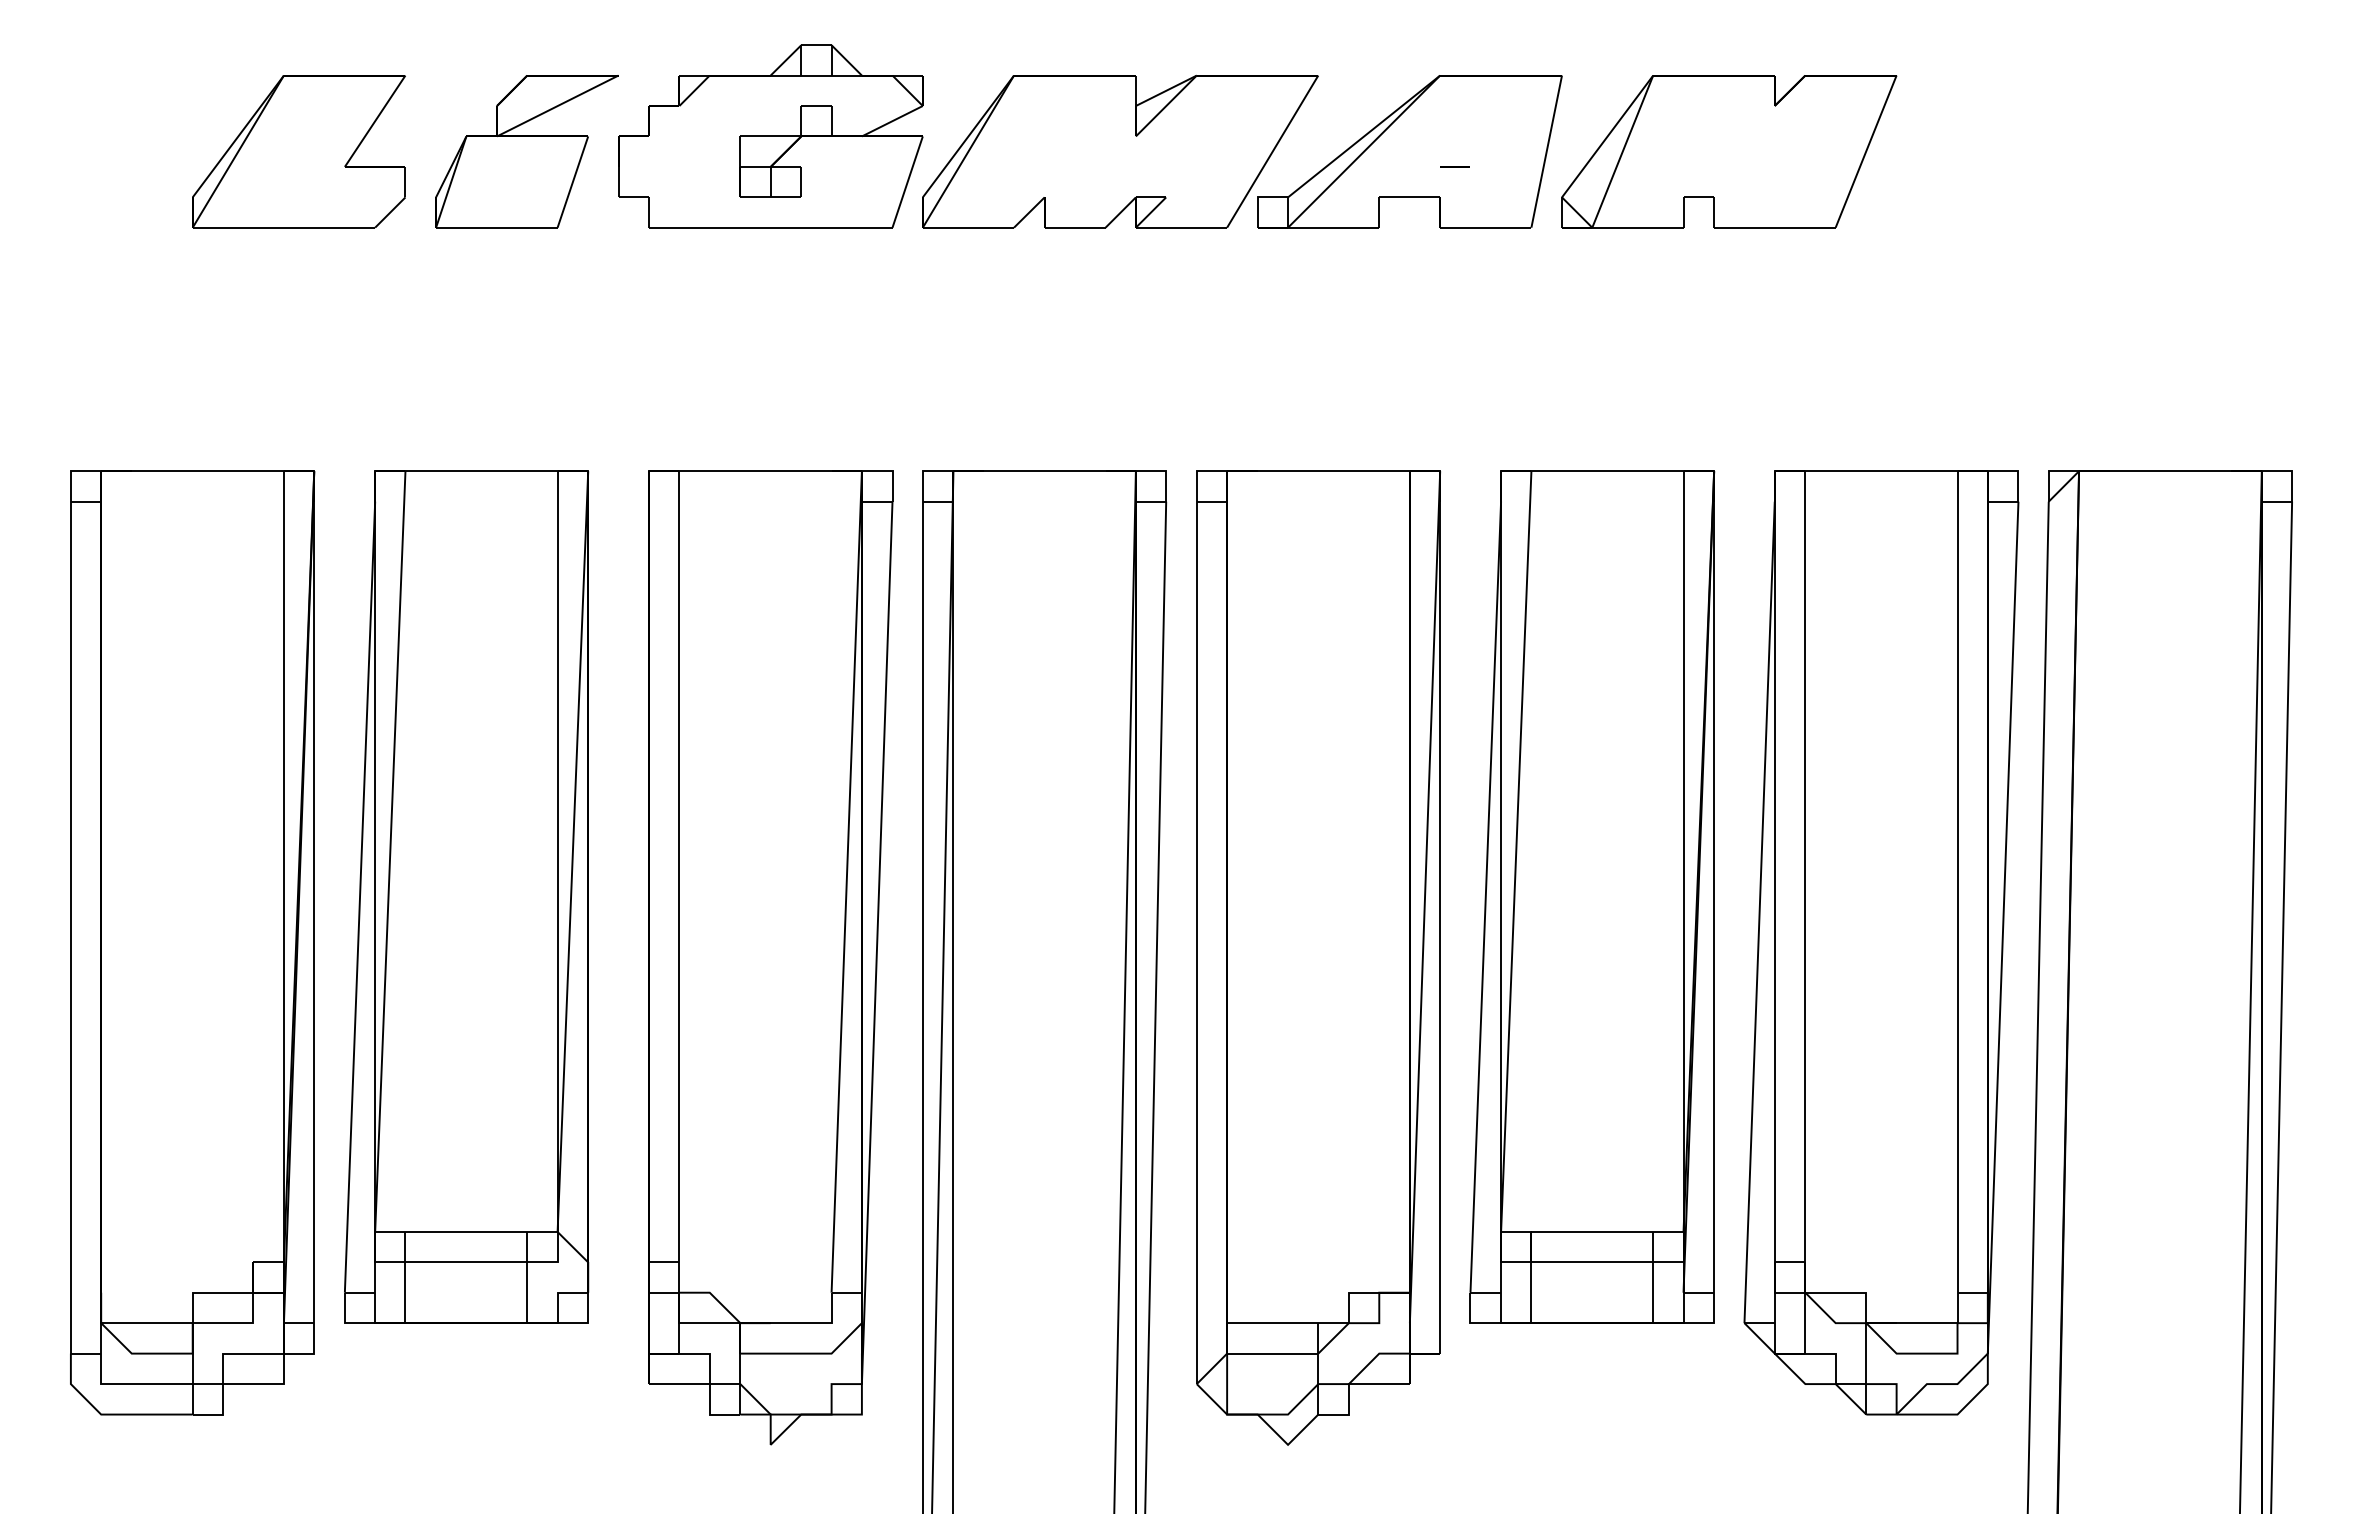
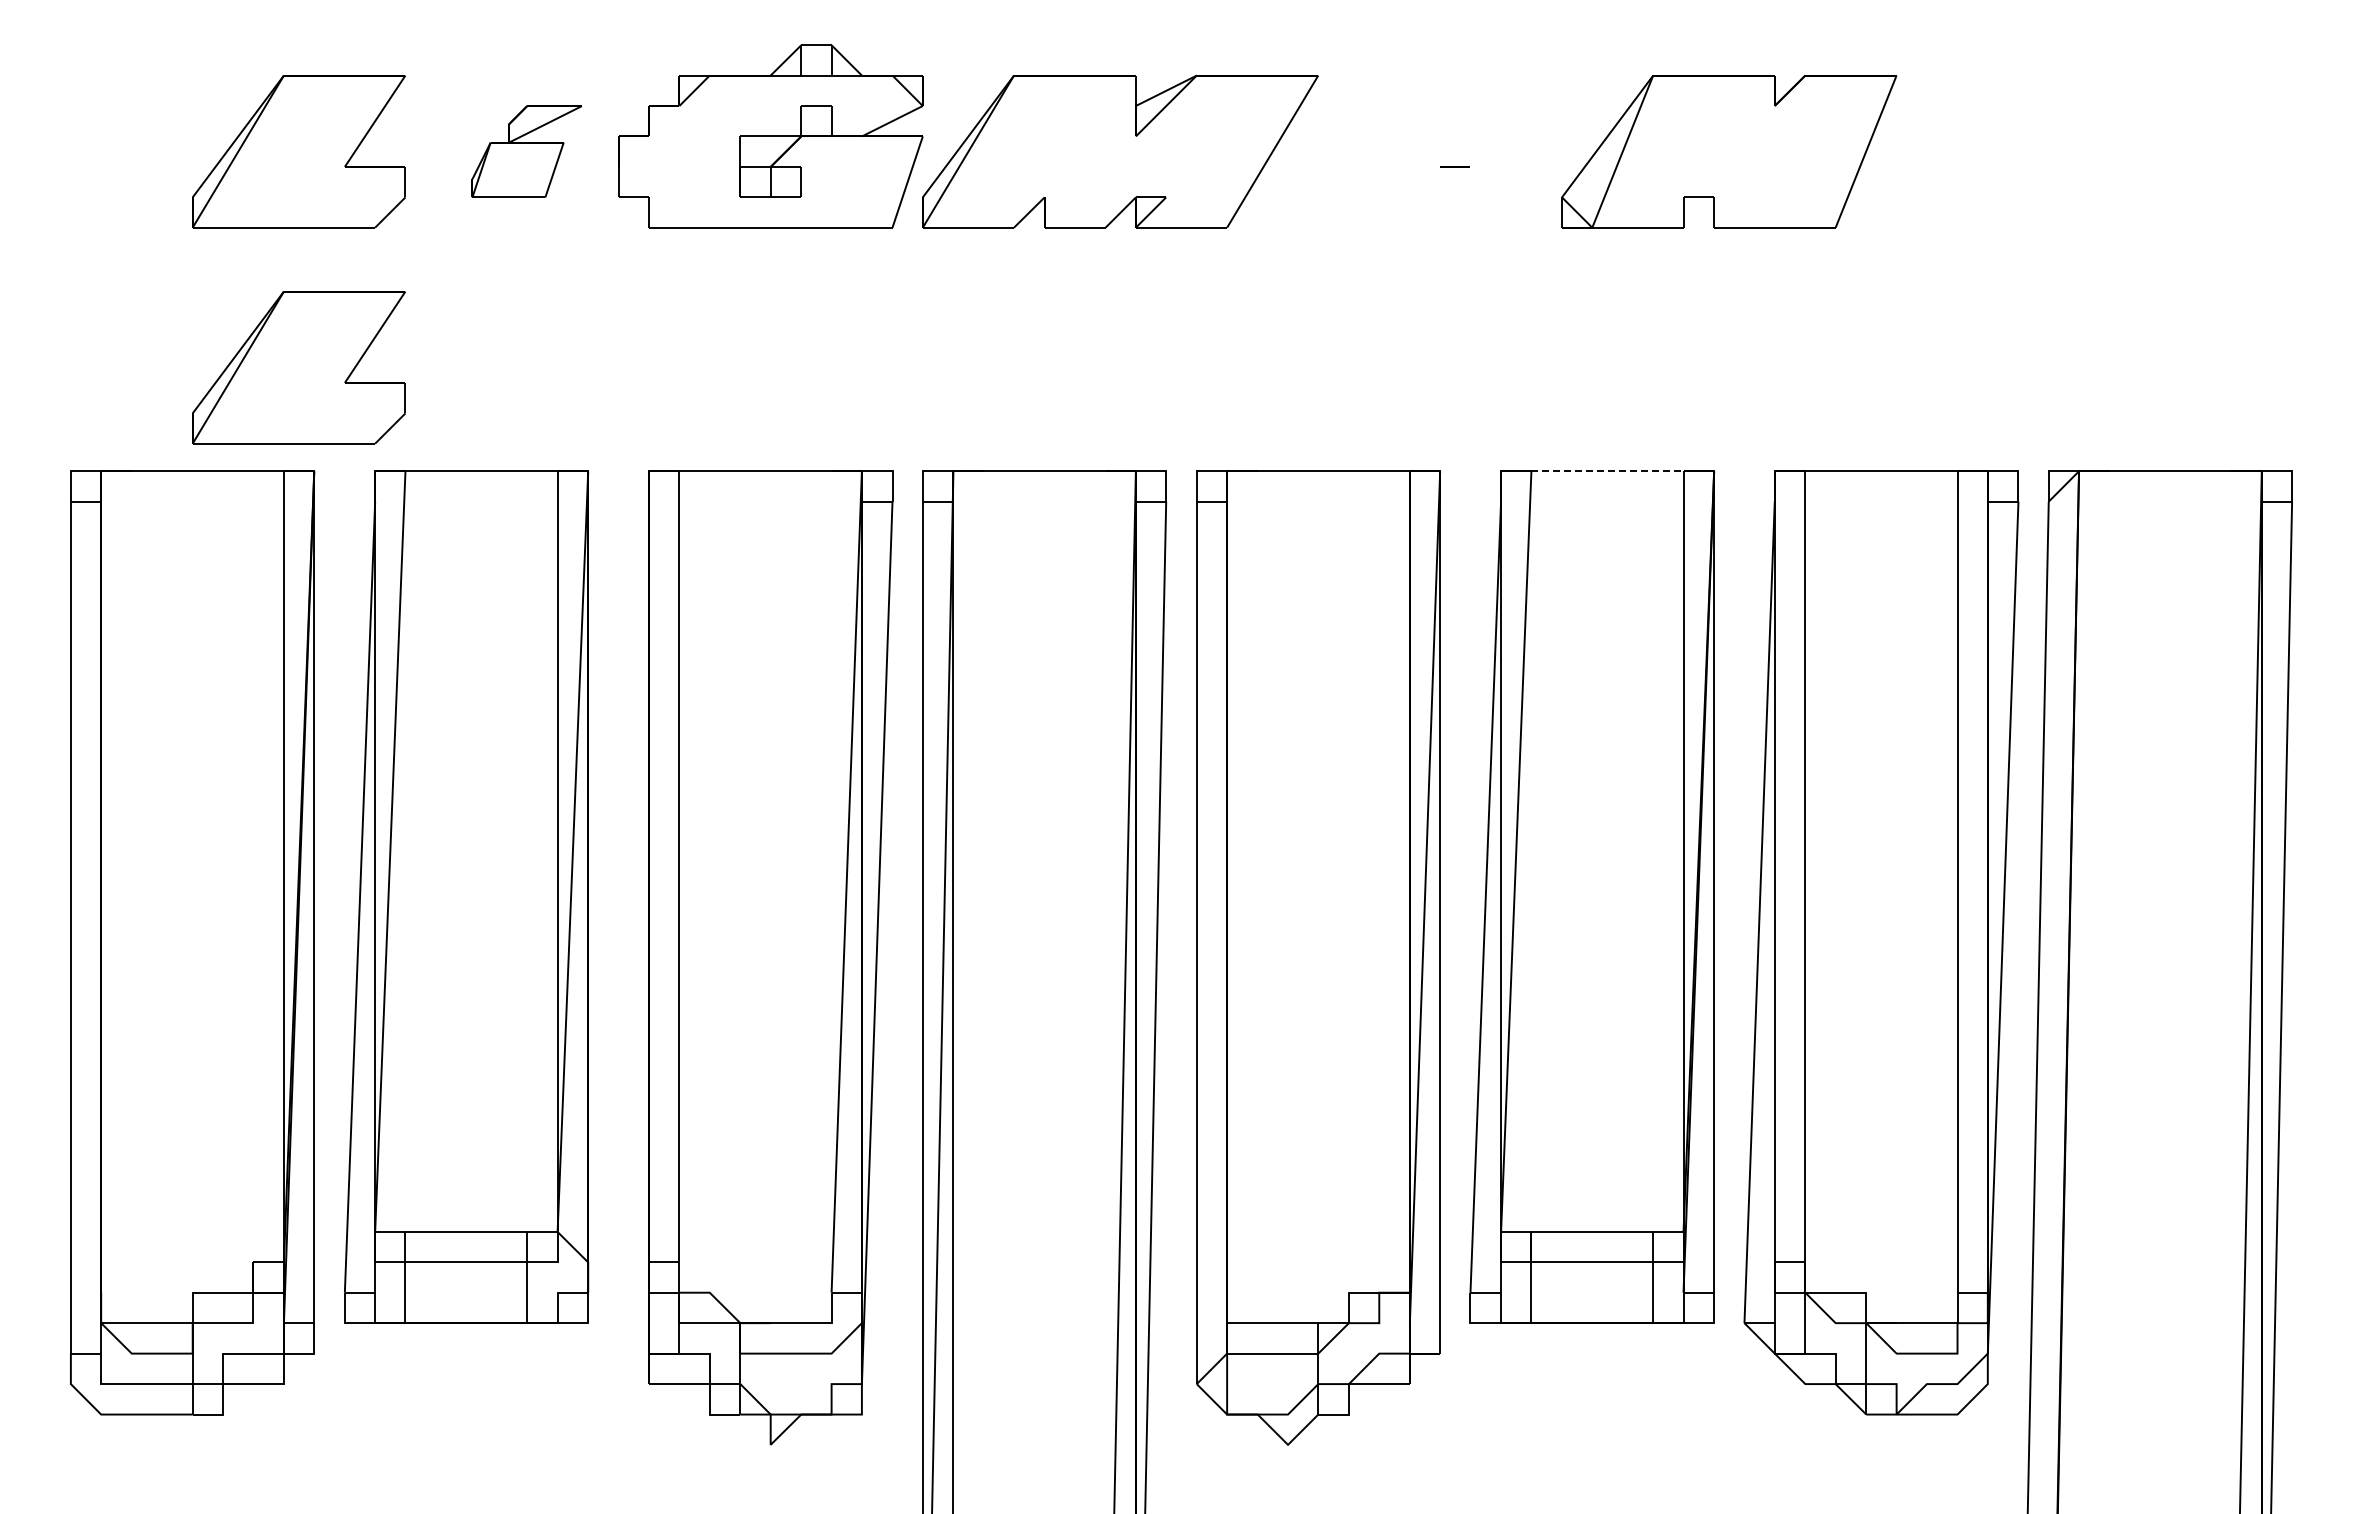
part at (526, 151) size: 184x154 px -> 112x93 px
part at (1409, 151): present -> none
part at (298, 367): none -> present
line at (1607, 471): solid -> dashed
